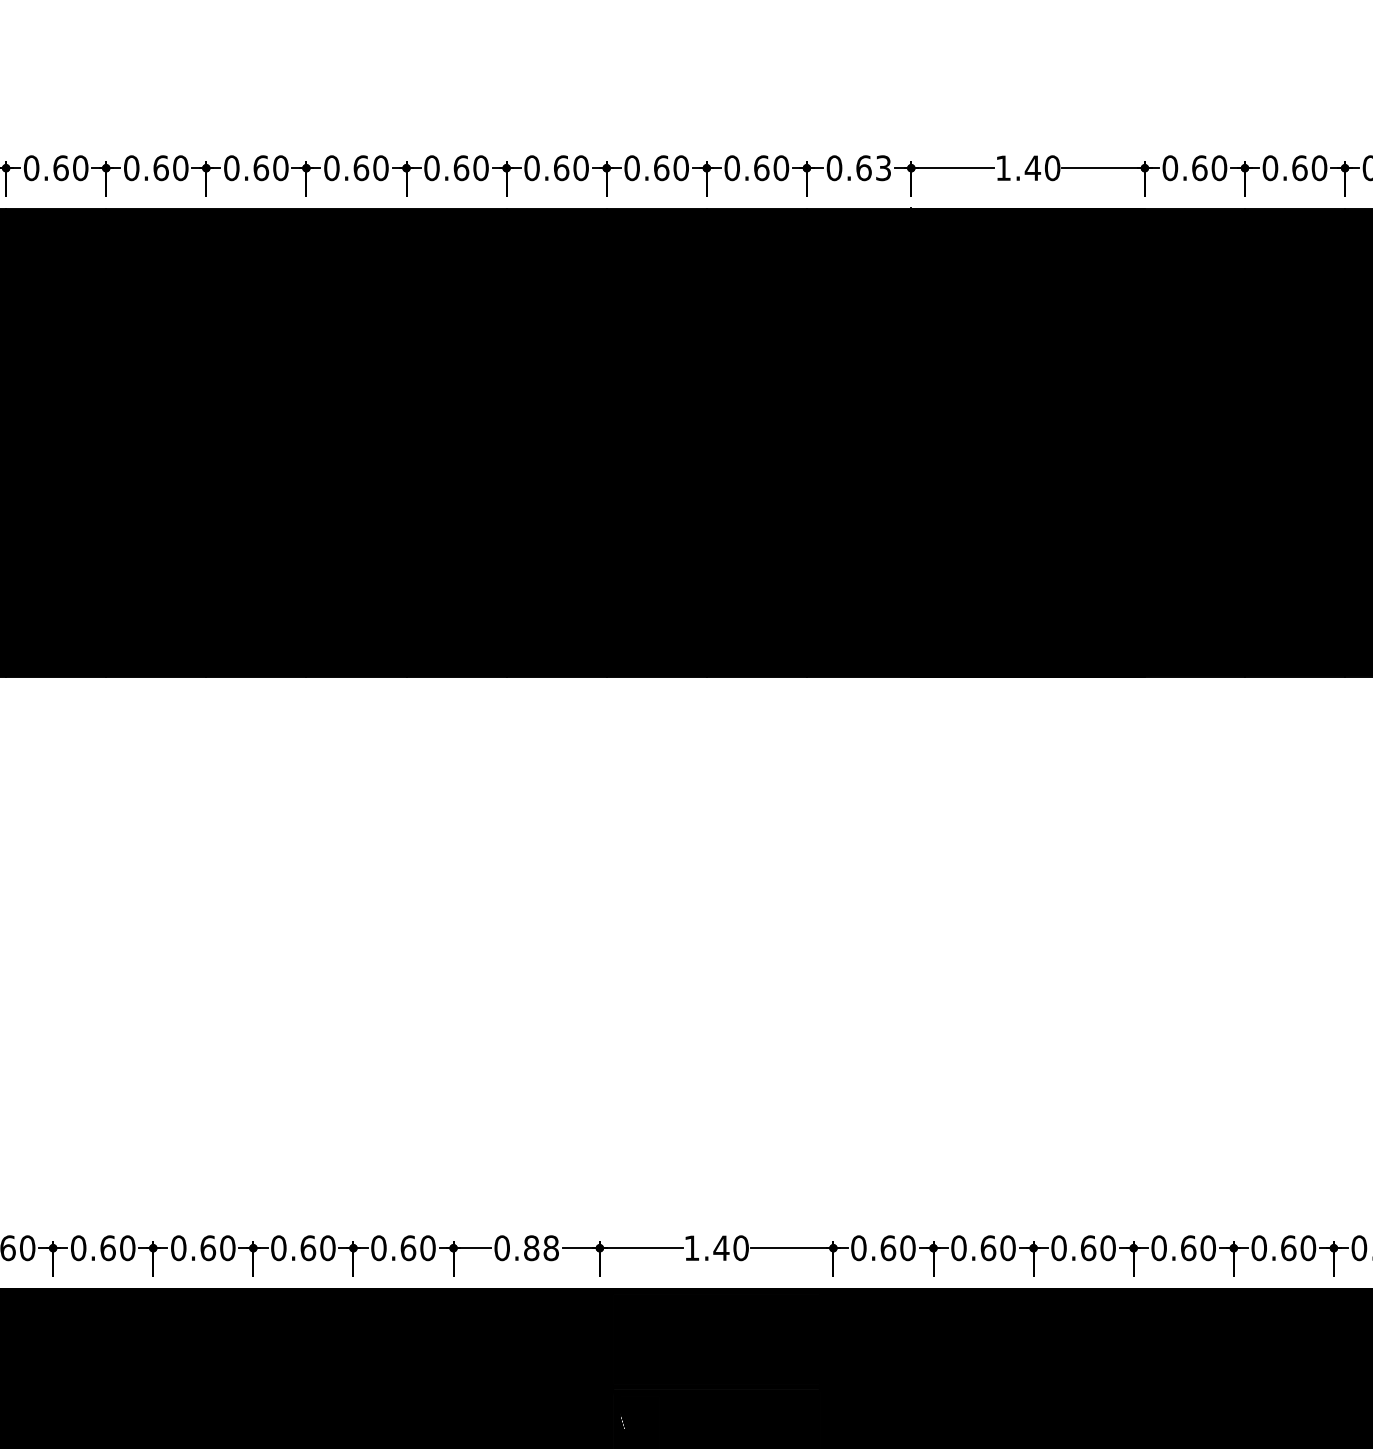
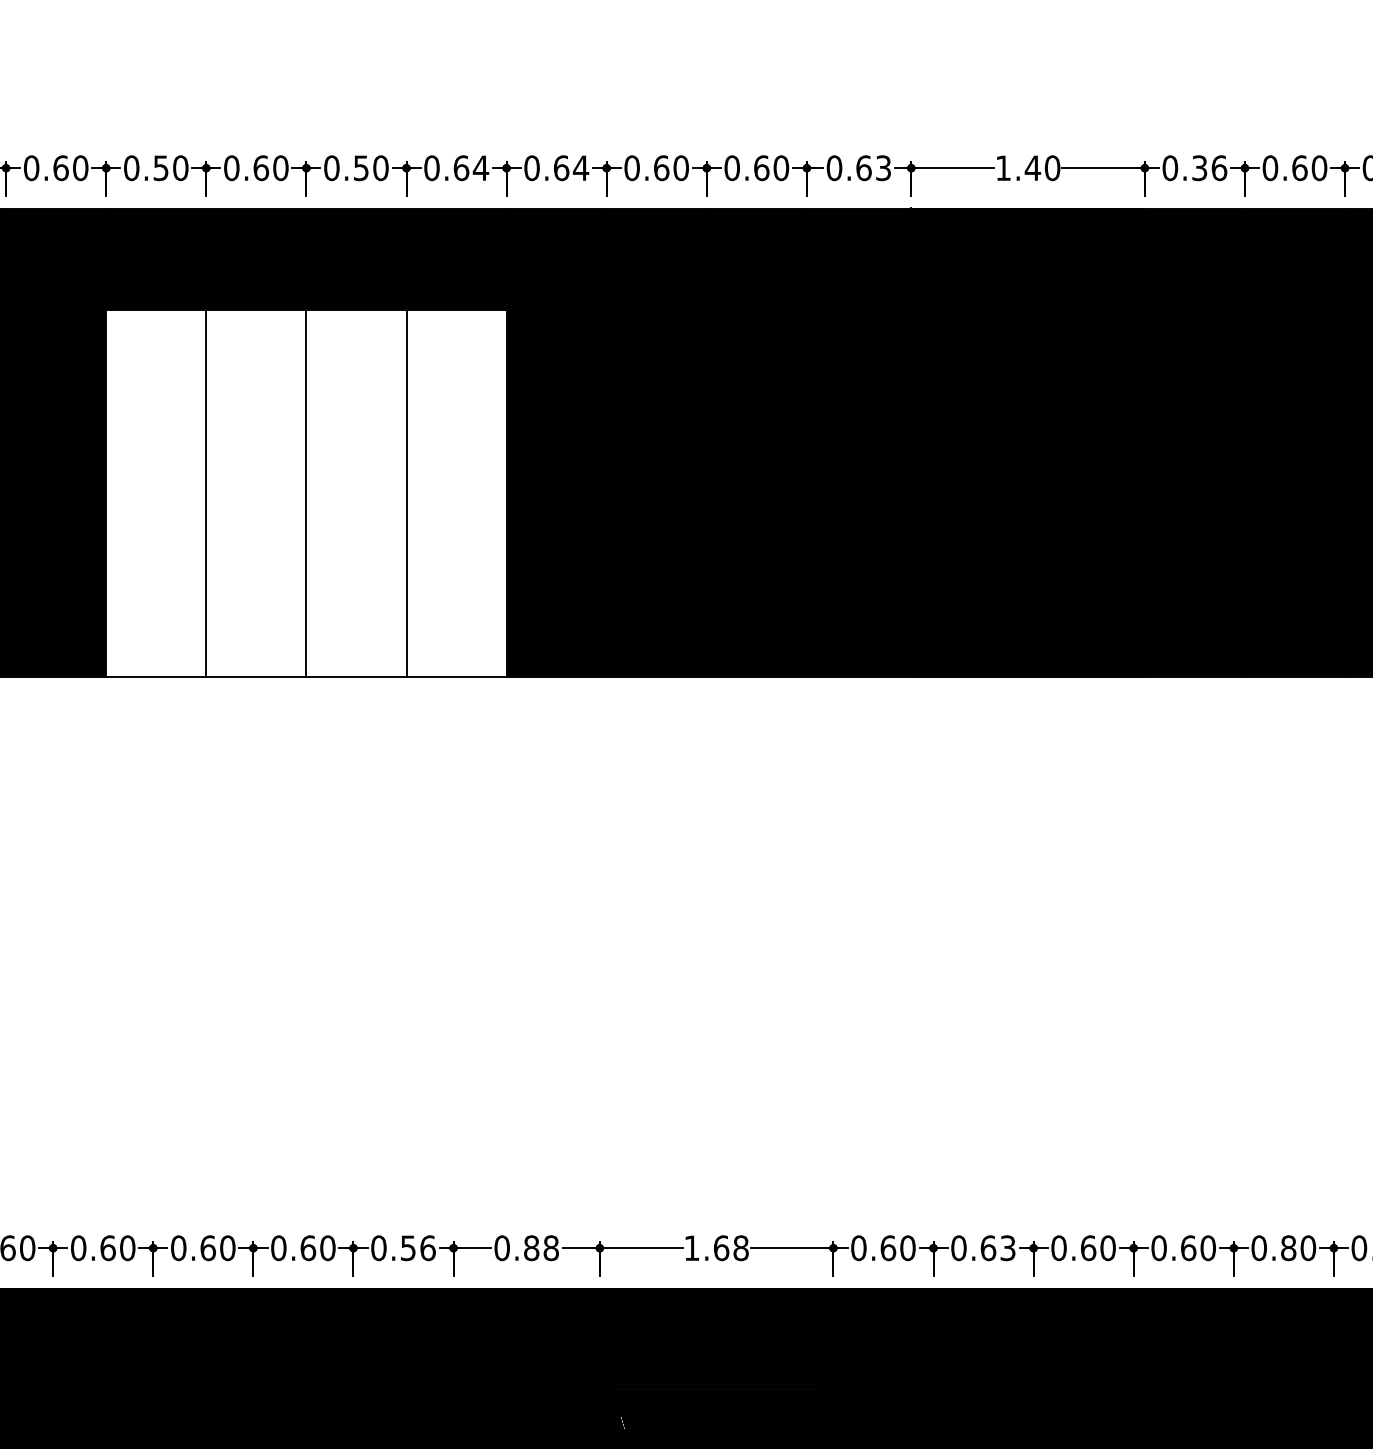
text at (160, 168): 0.60 -> 0.50
text at (361, 168): 0.60 -> 0.50
text at (480, 168): 0.60 -> 0.64
text at (580, 168): 0.60 -> 0.64
text at (1209, 168): 0.60 -> 0.36
fill at (306, 492): present -> none
text at (417, 1248): 0.60 -> 0.56
text at (730, 1248): 1.40 -> 1.68
text at (1007, 1248): 0.60 -> 0.63
text at (1288, 1248): 0.60 -> 0.80
